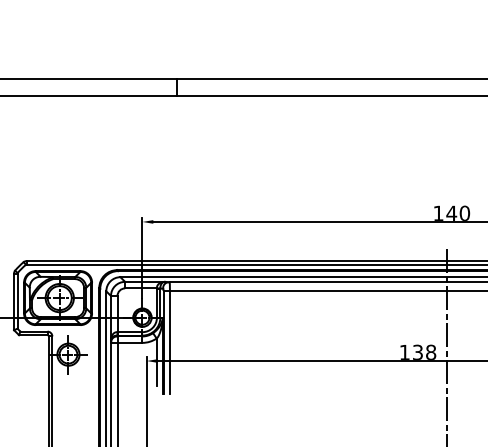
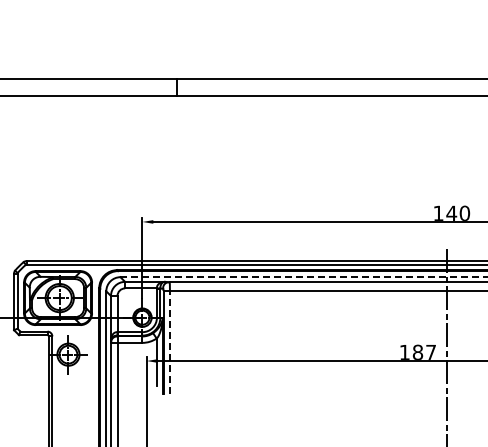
line at (304, 277): solid -> dashed
line at (169, 342): solid -> dashed
text at (424, 351): 138 -> 187
